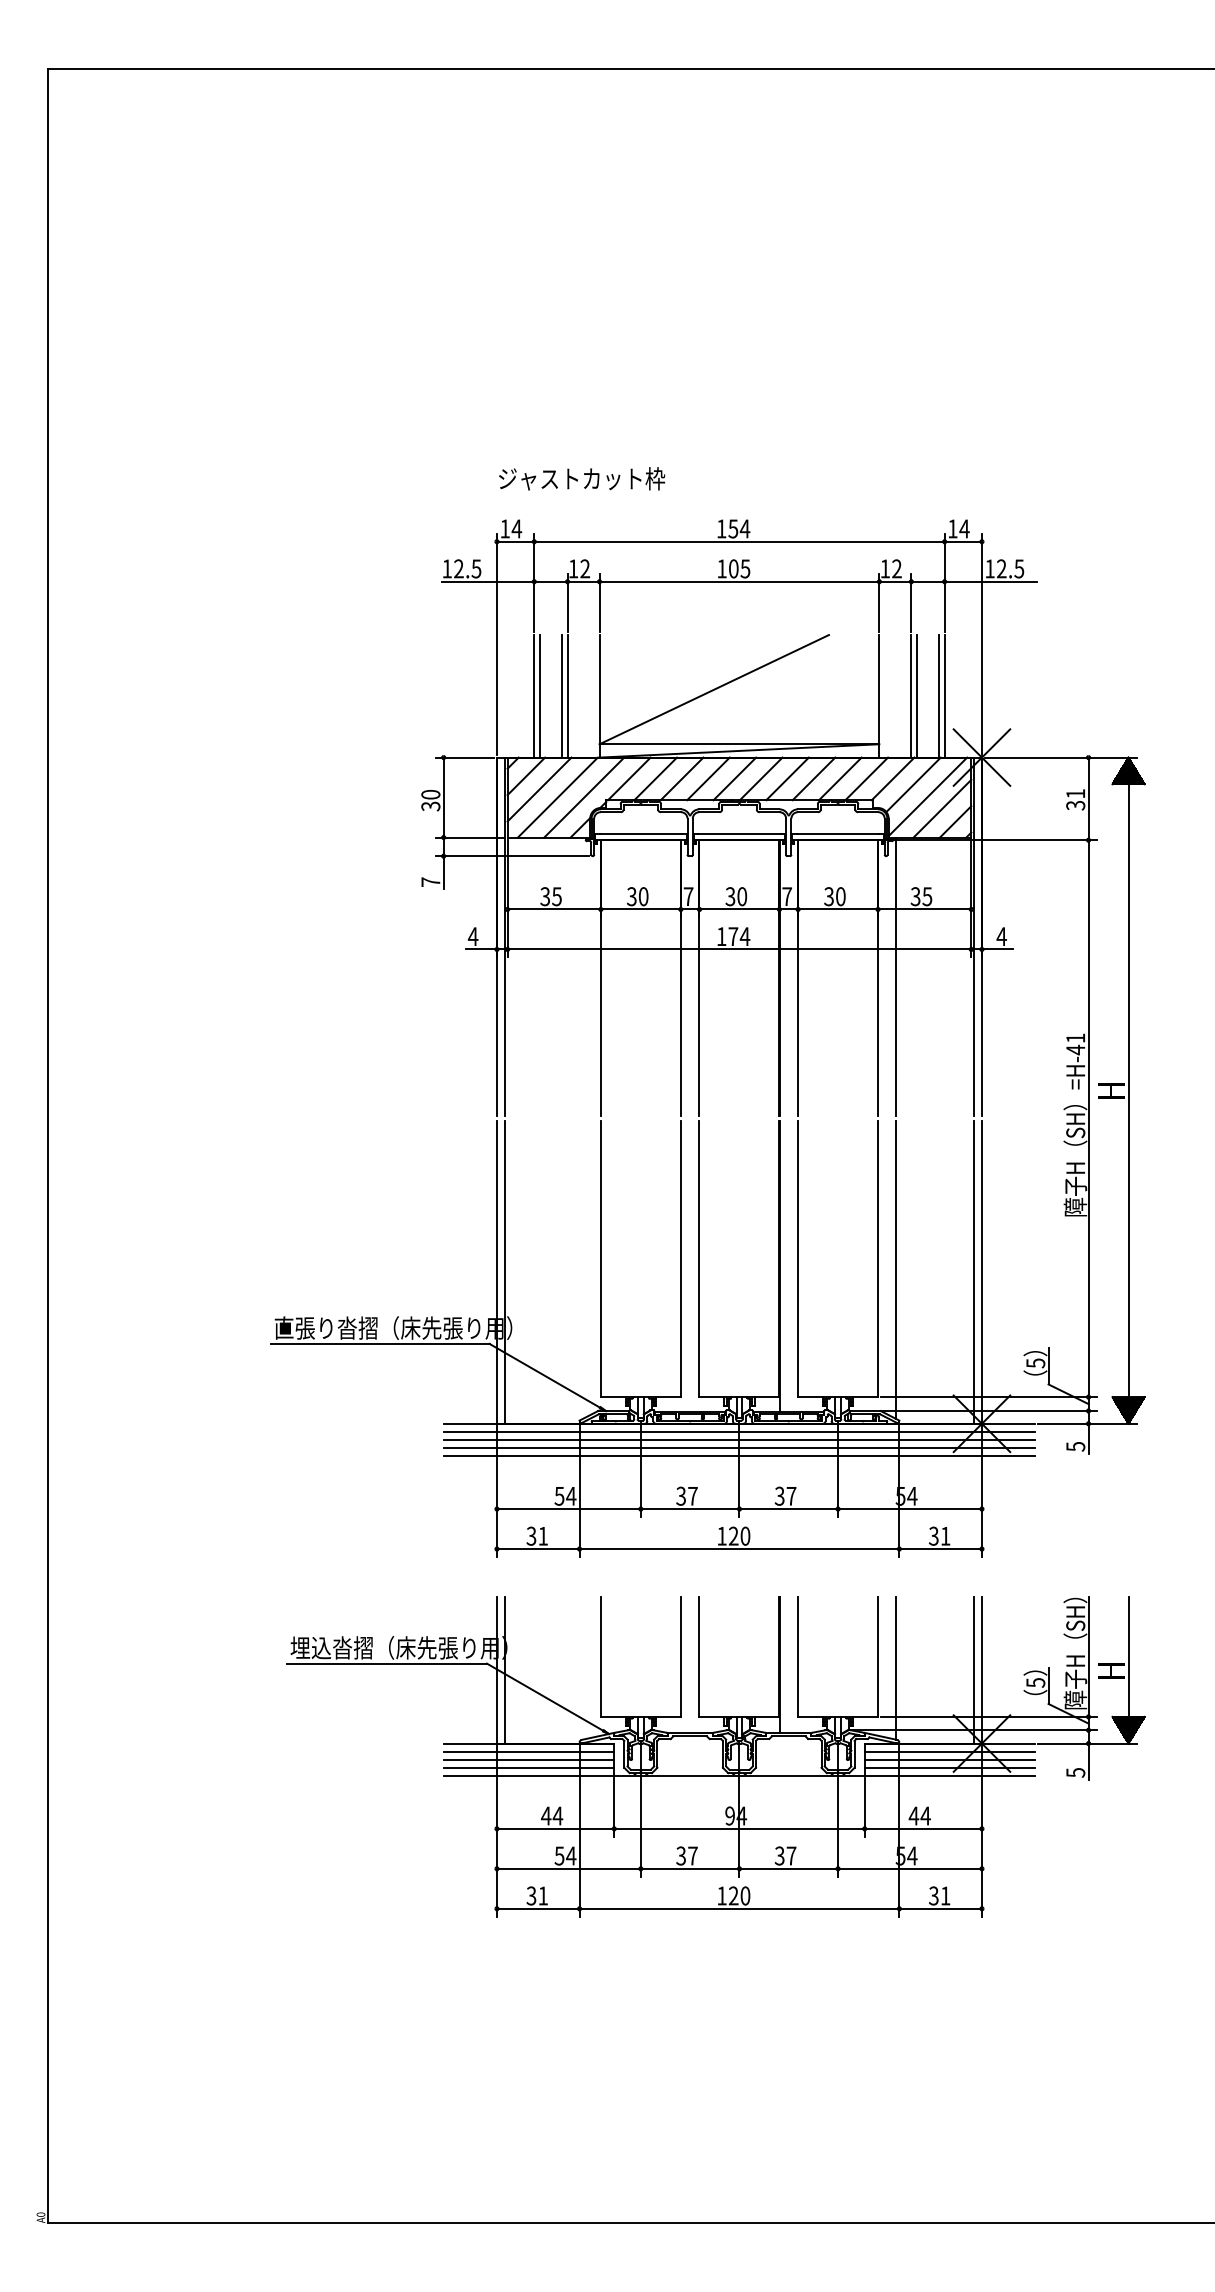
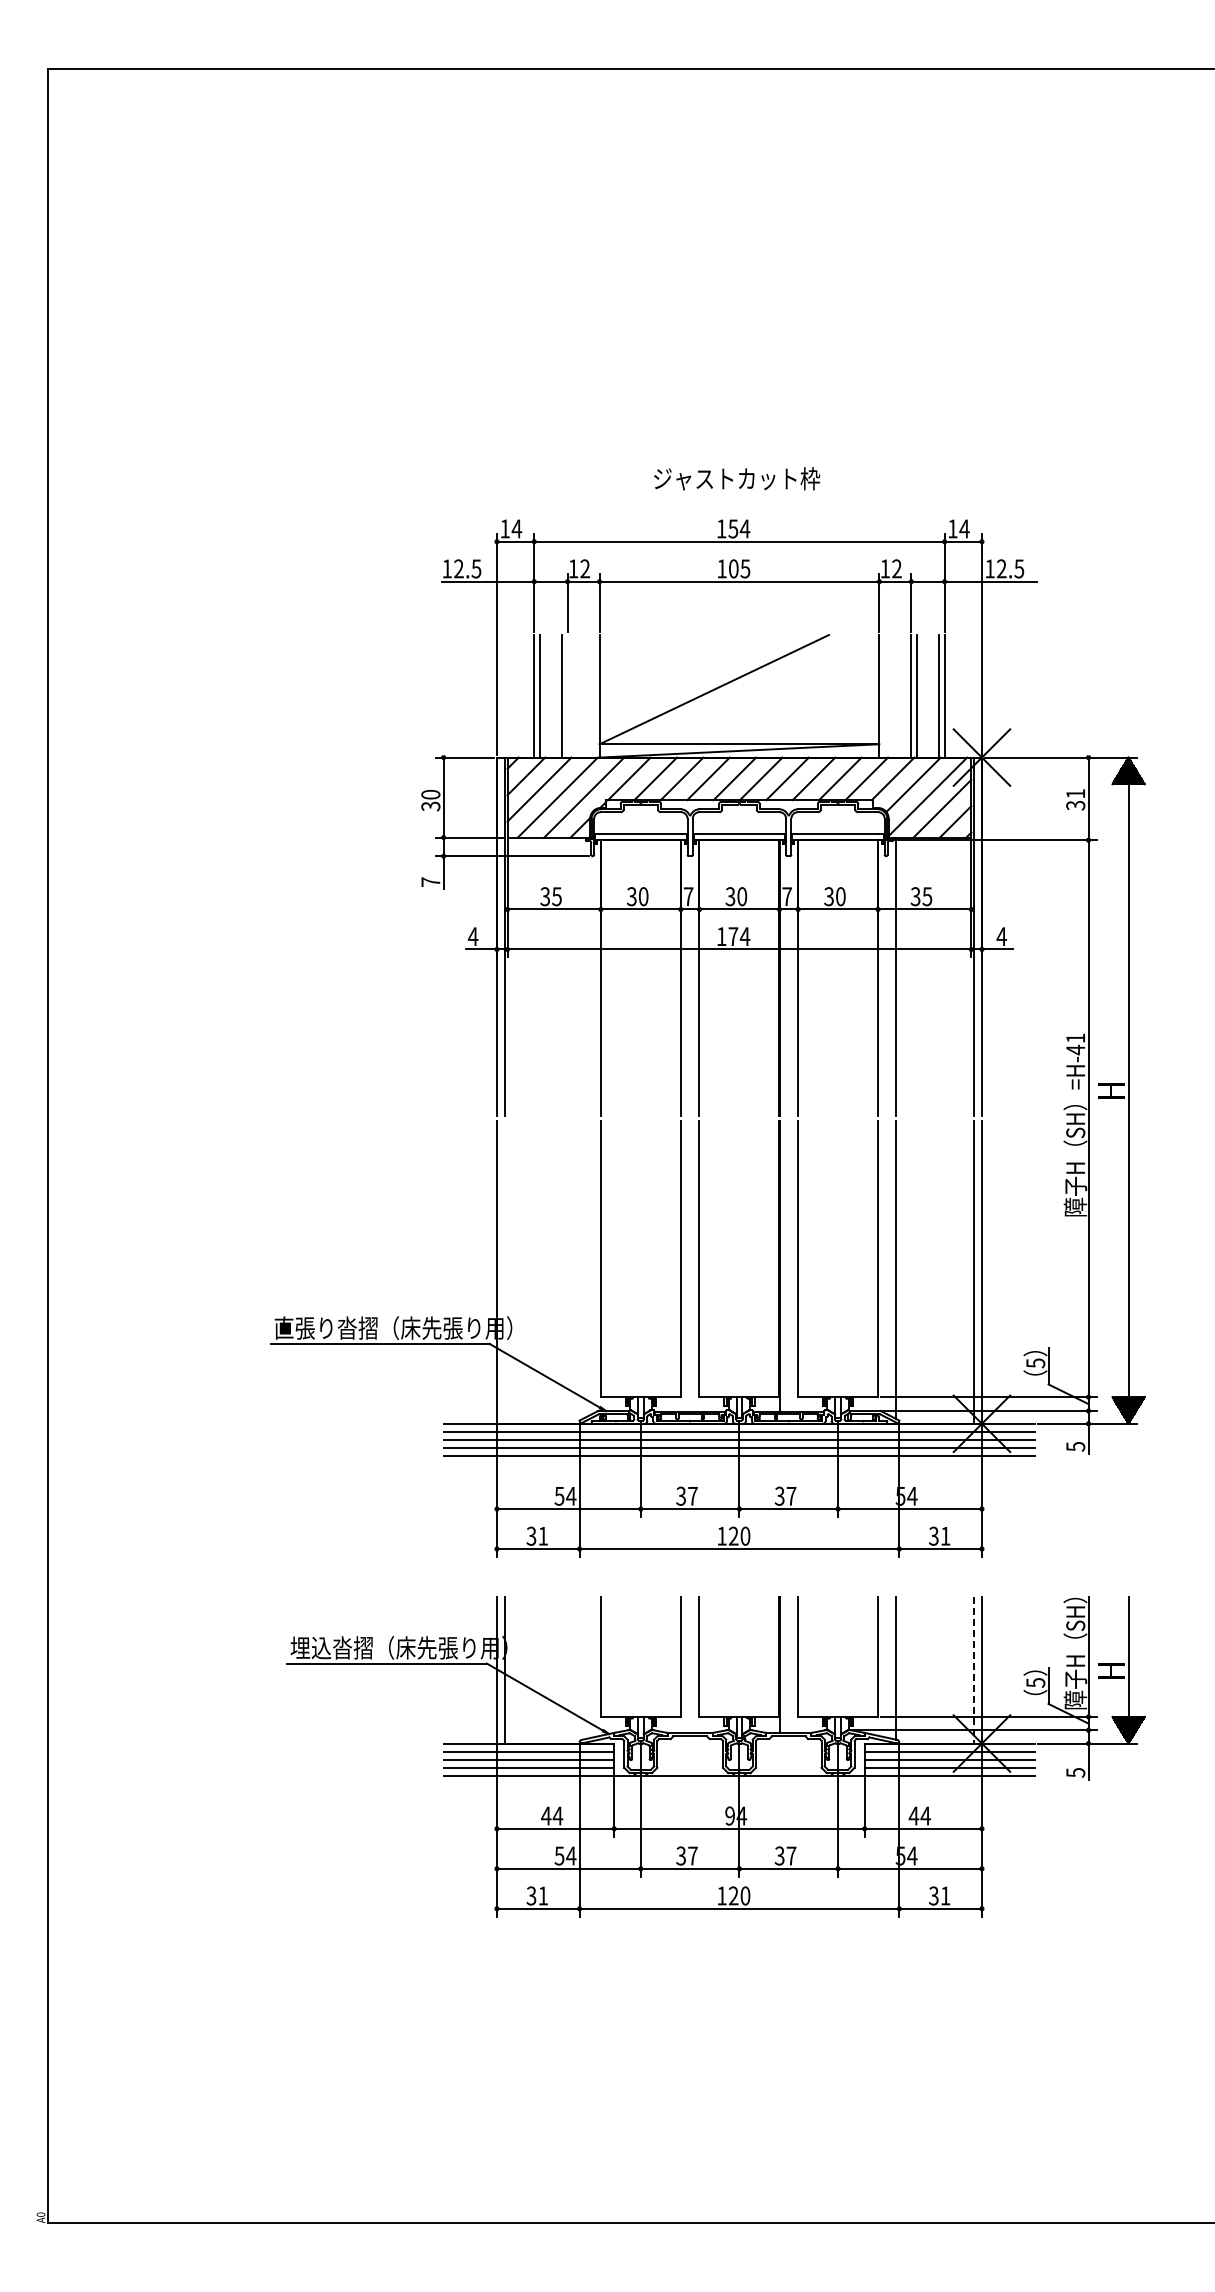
text at (582, 478) position: (582, 478) -> (737, 478)
line at (567, 696): present -> none
line at (504, 1272): present -> none
line at (973, 1670): solid -> dashed
